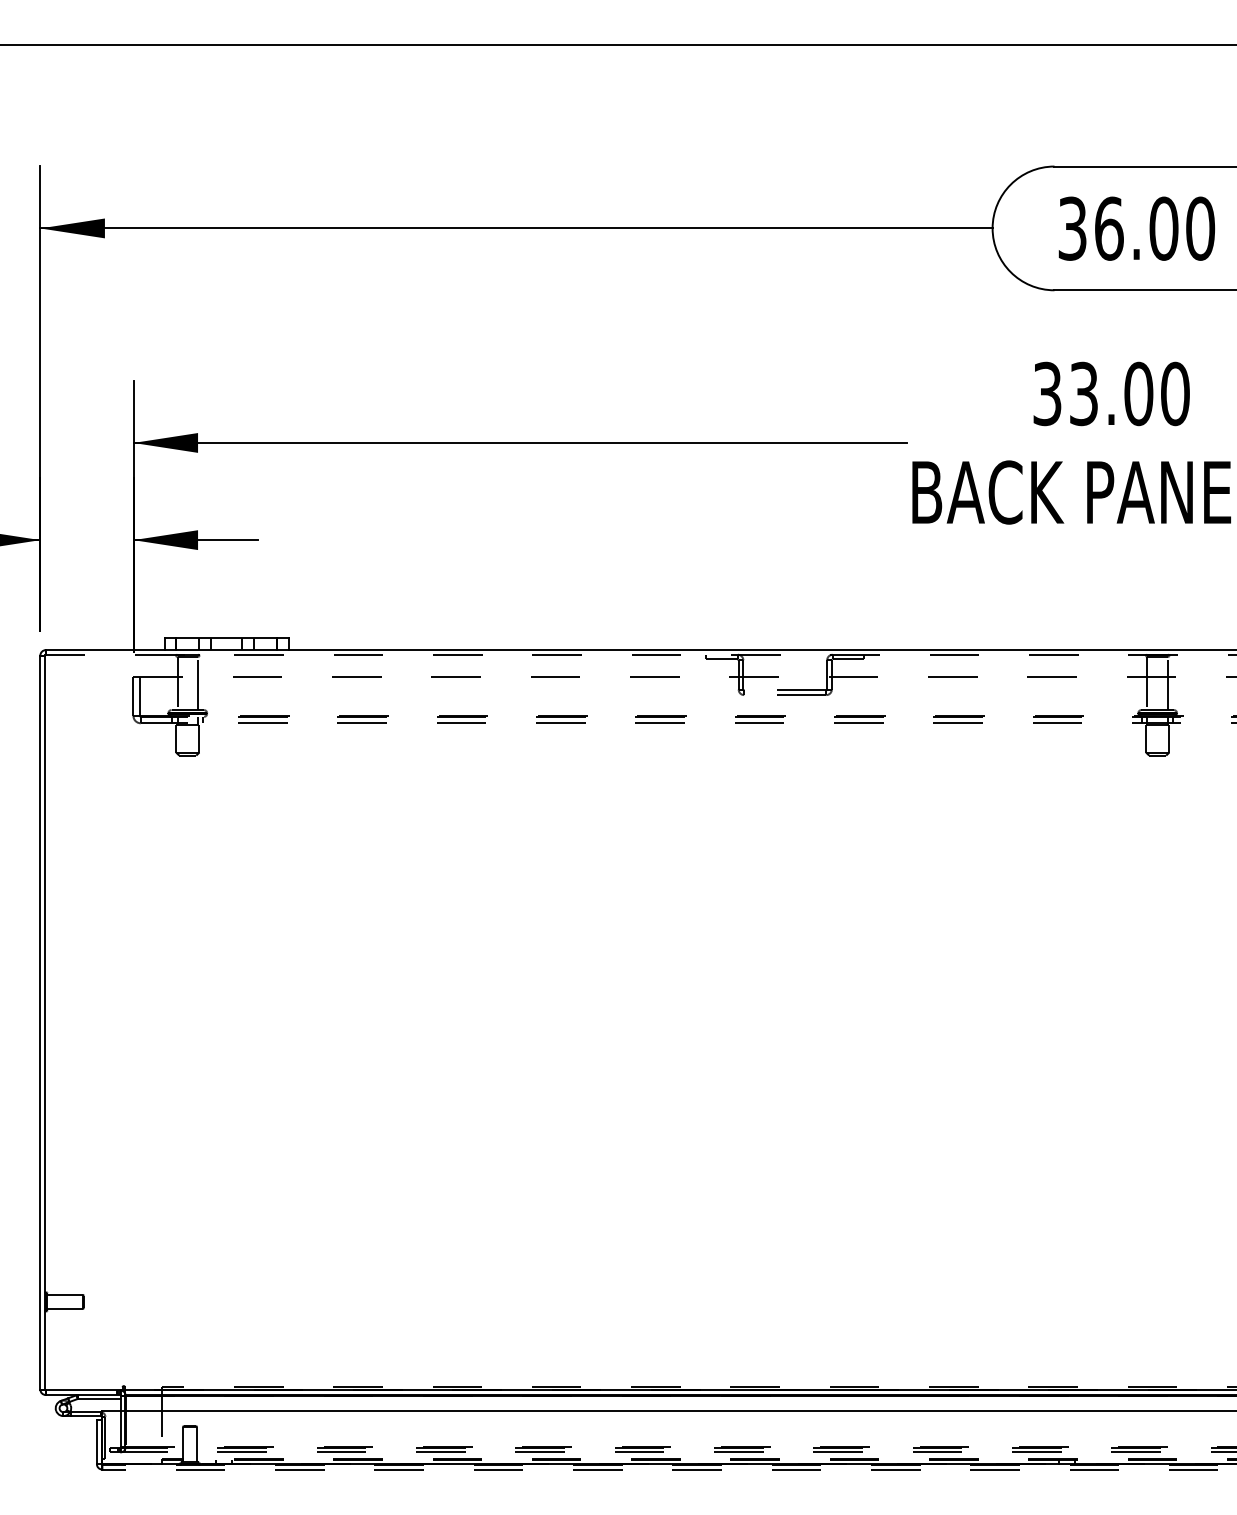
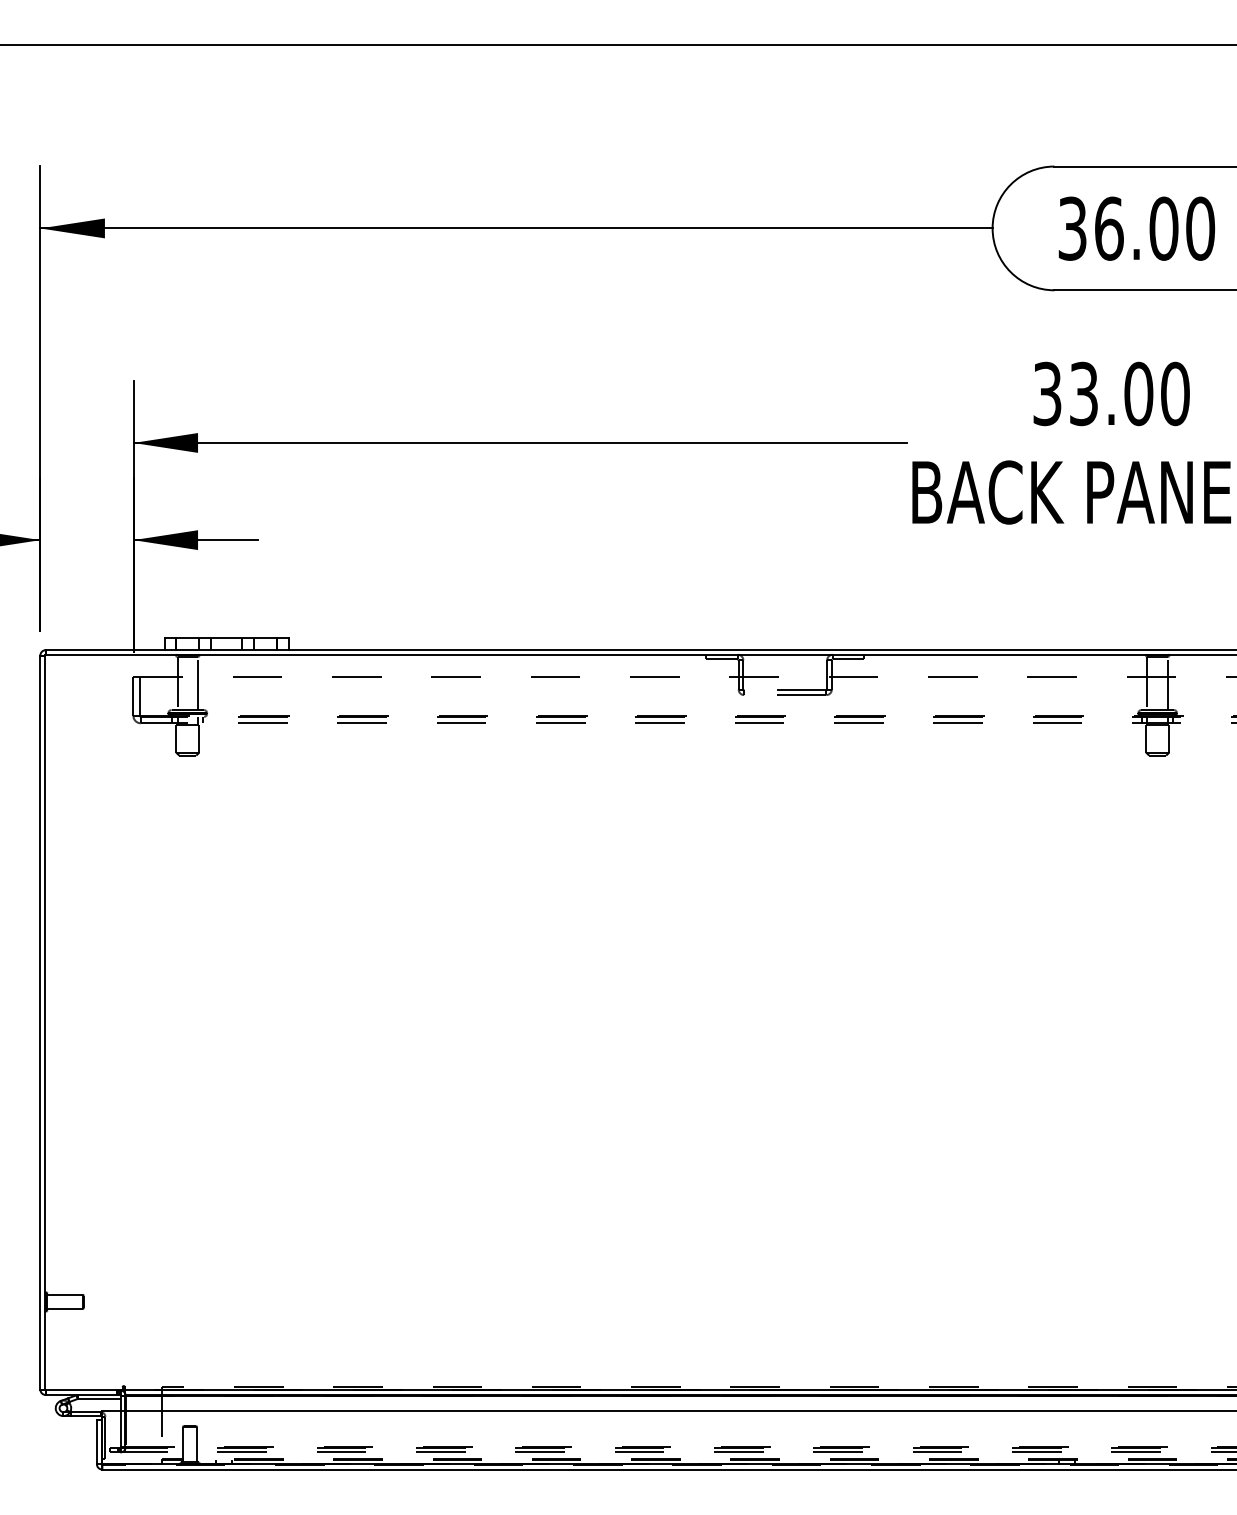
line at (640, 654): dashed -> solid
line at (669, 1469): dashed -> solid
